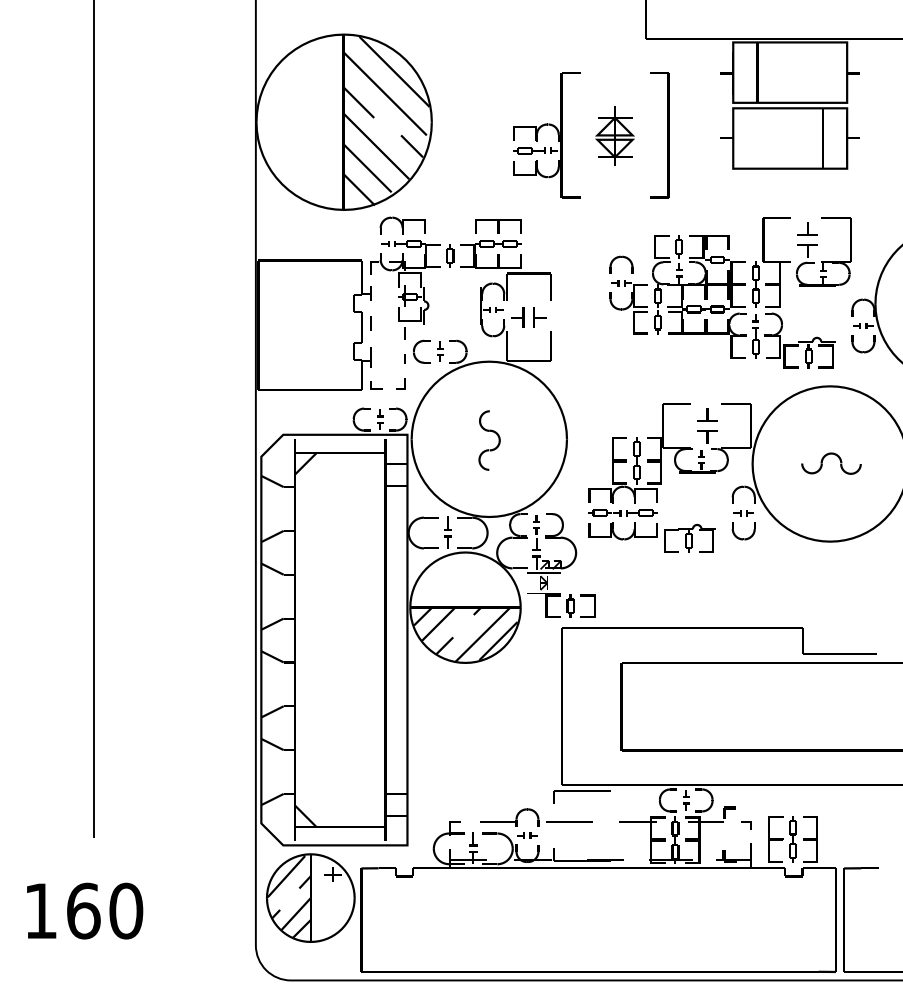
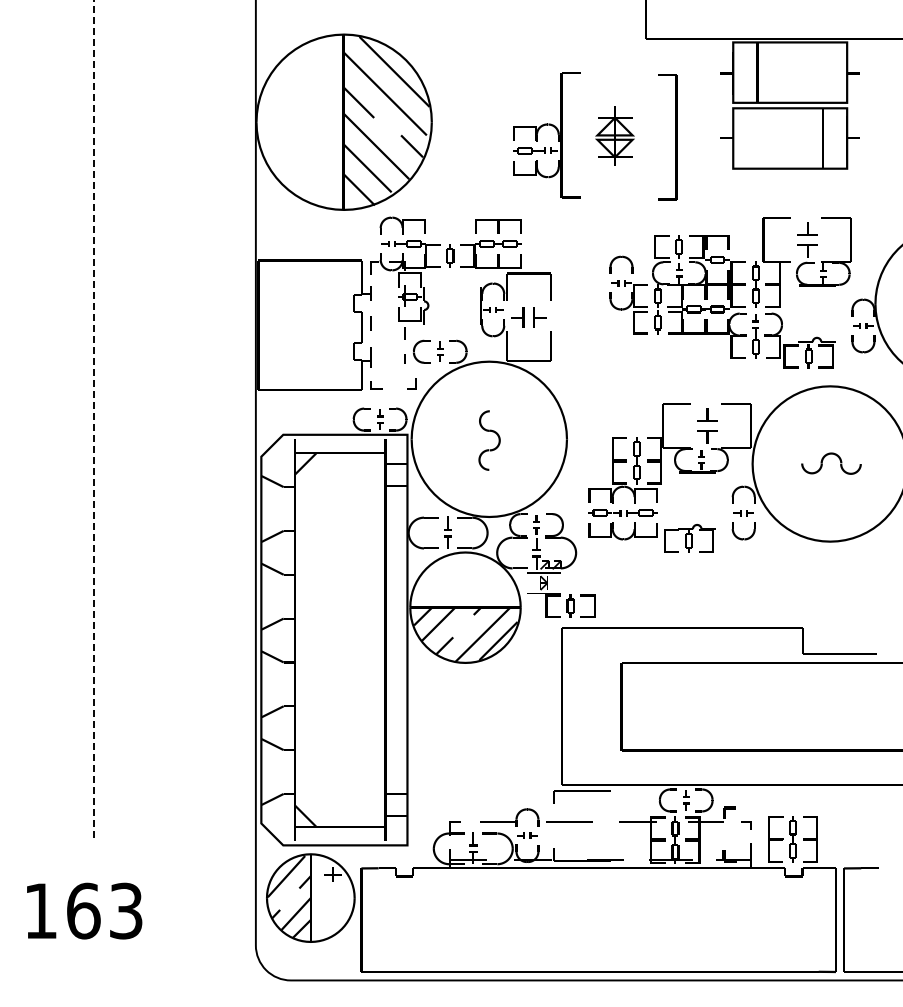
part at (667, 135) position: (667, 135) -> (675, 137)
line at (404, 383) position: (404, 383) -> (415, 383)
line at (94, 419): solid -> dashed
text at (126, 910): 160 -> 163
